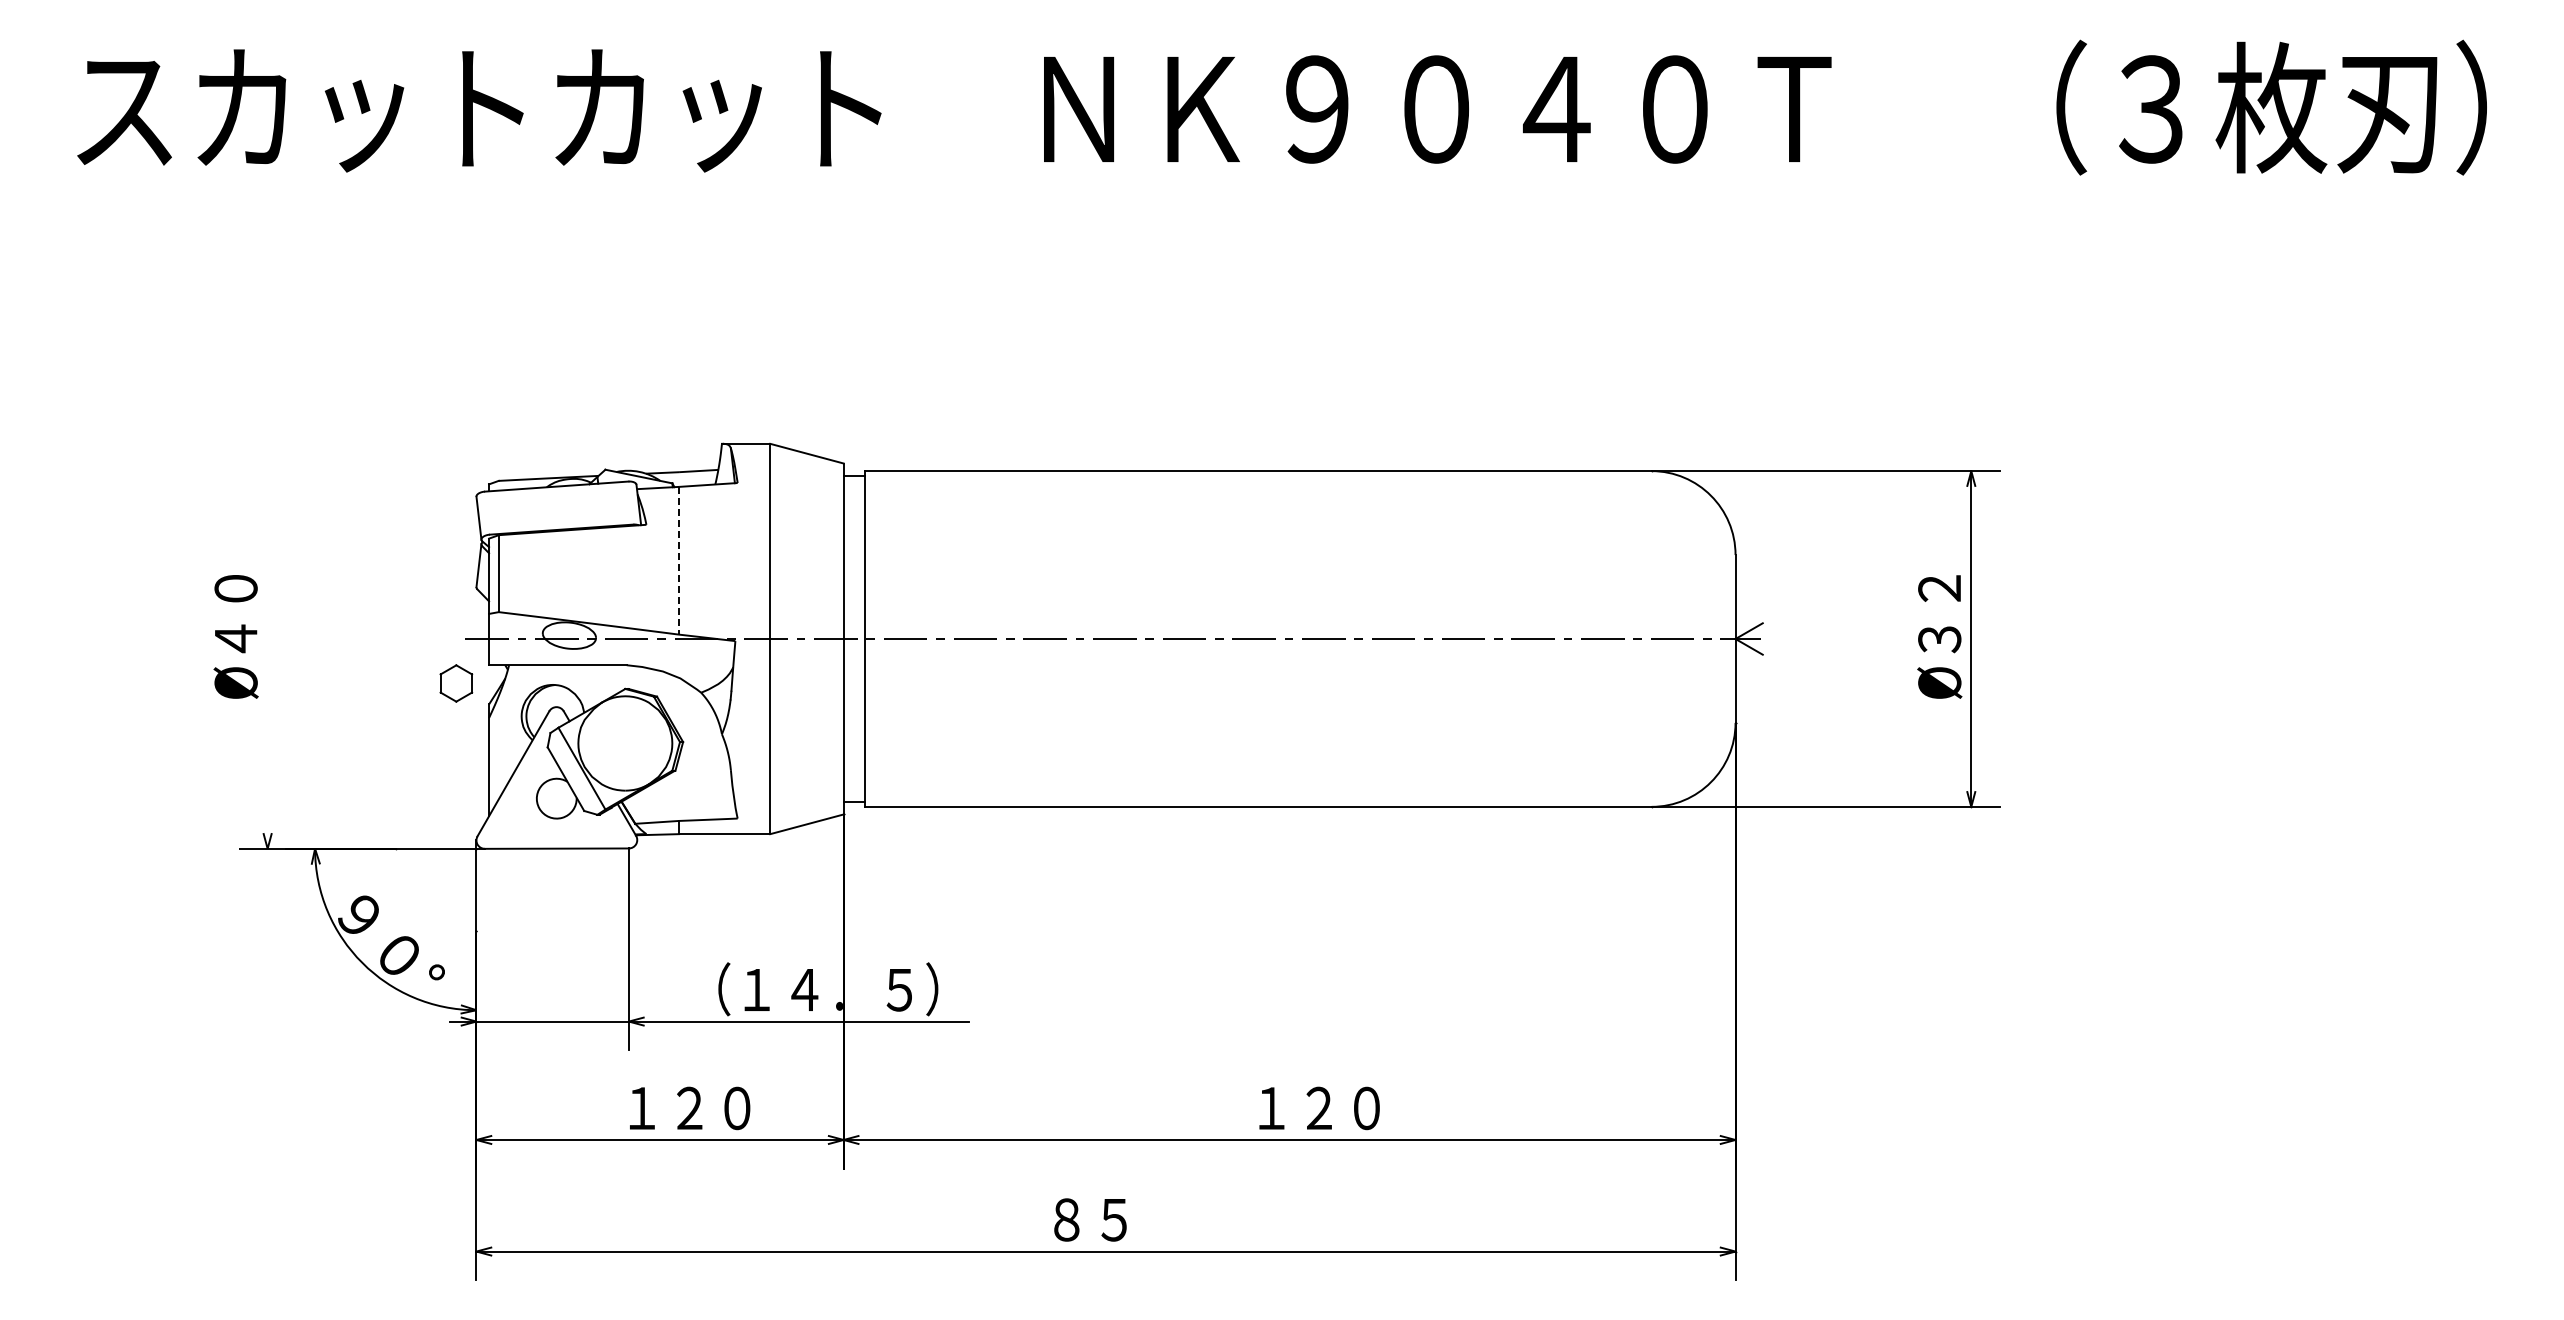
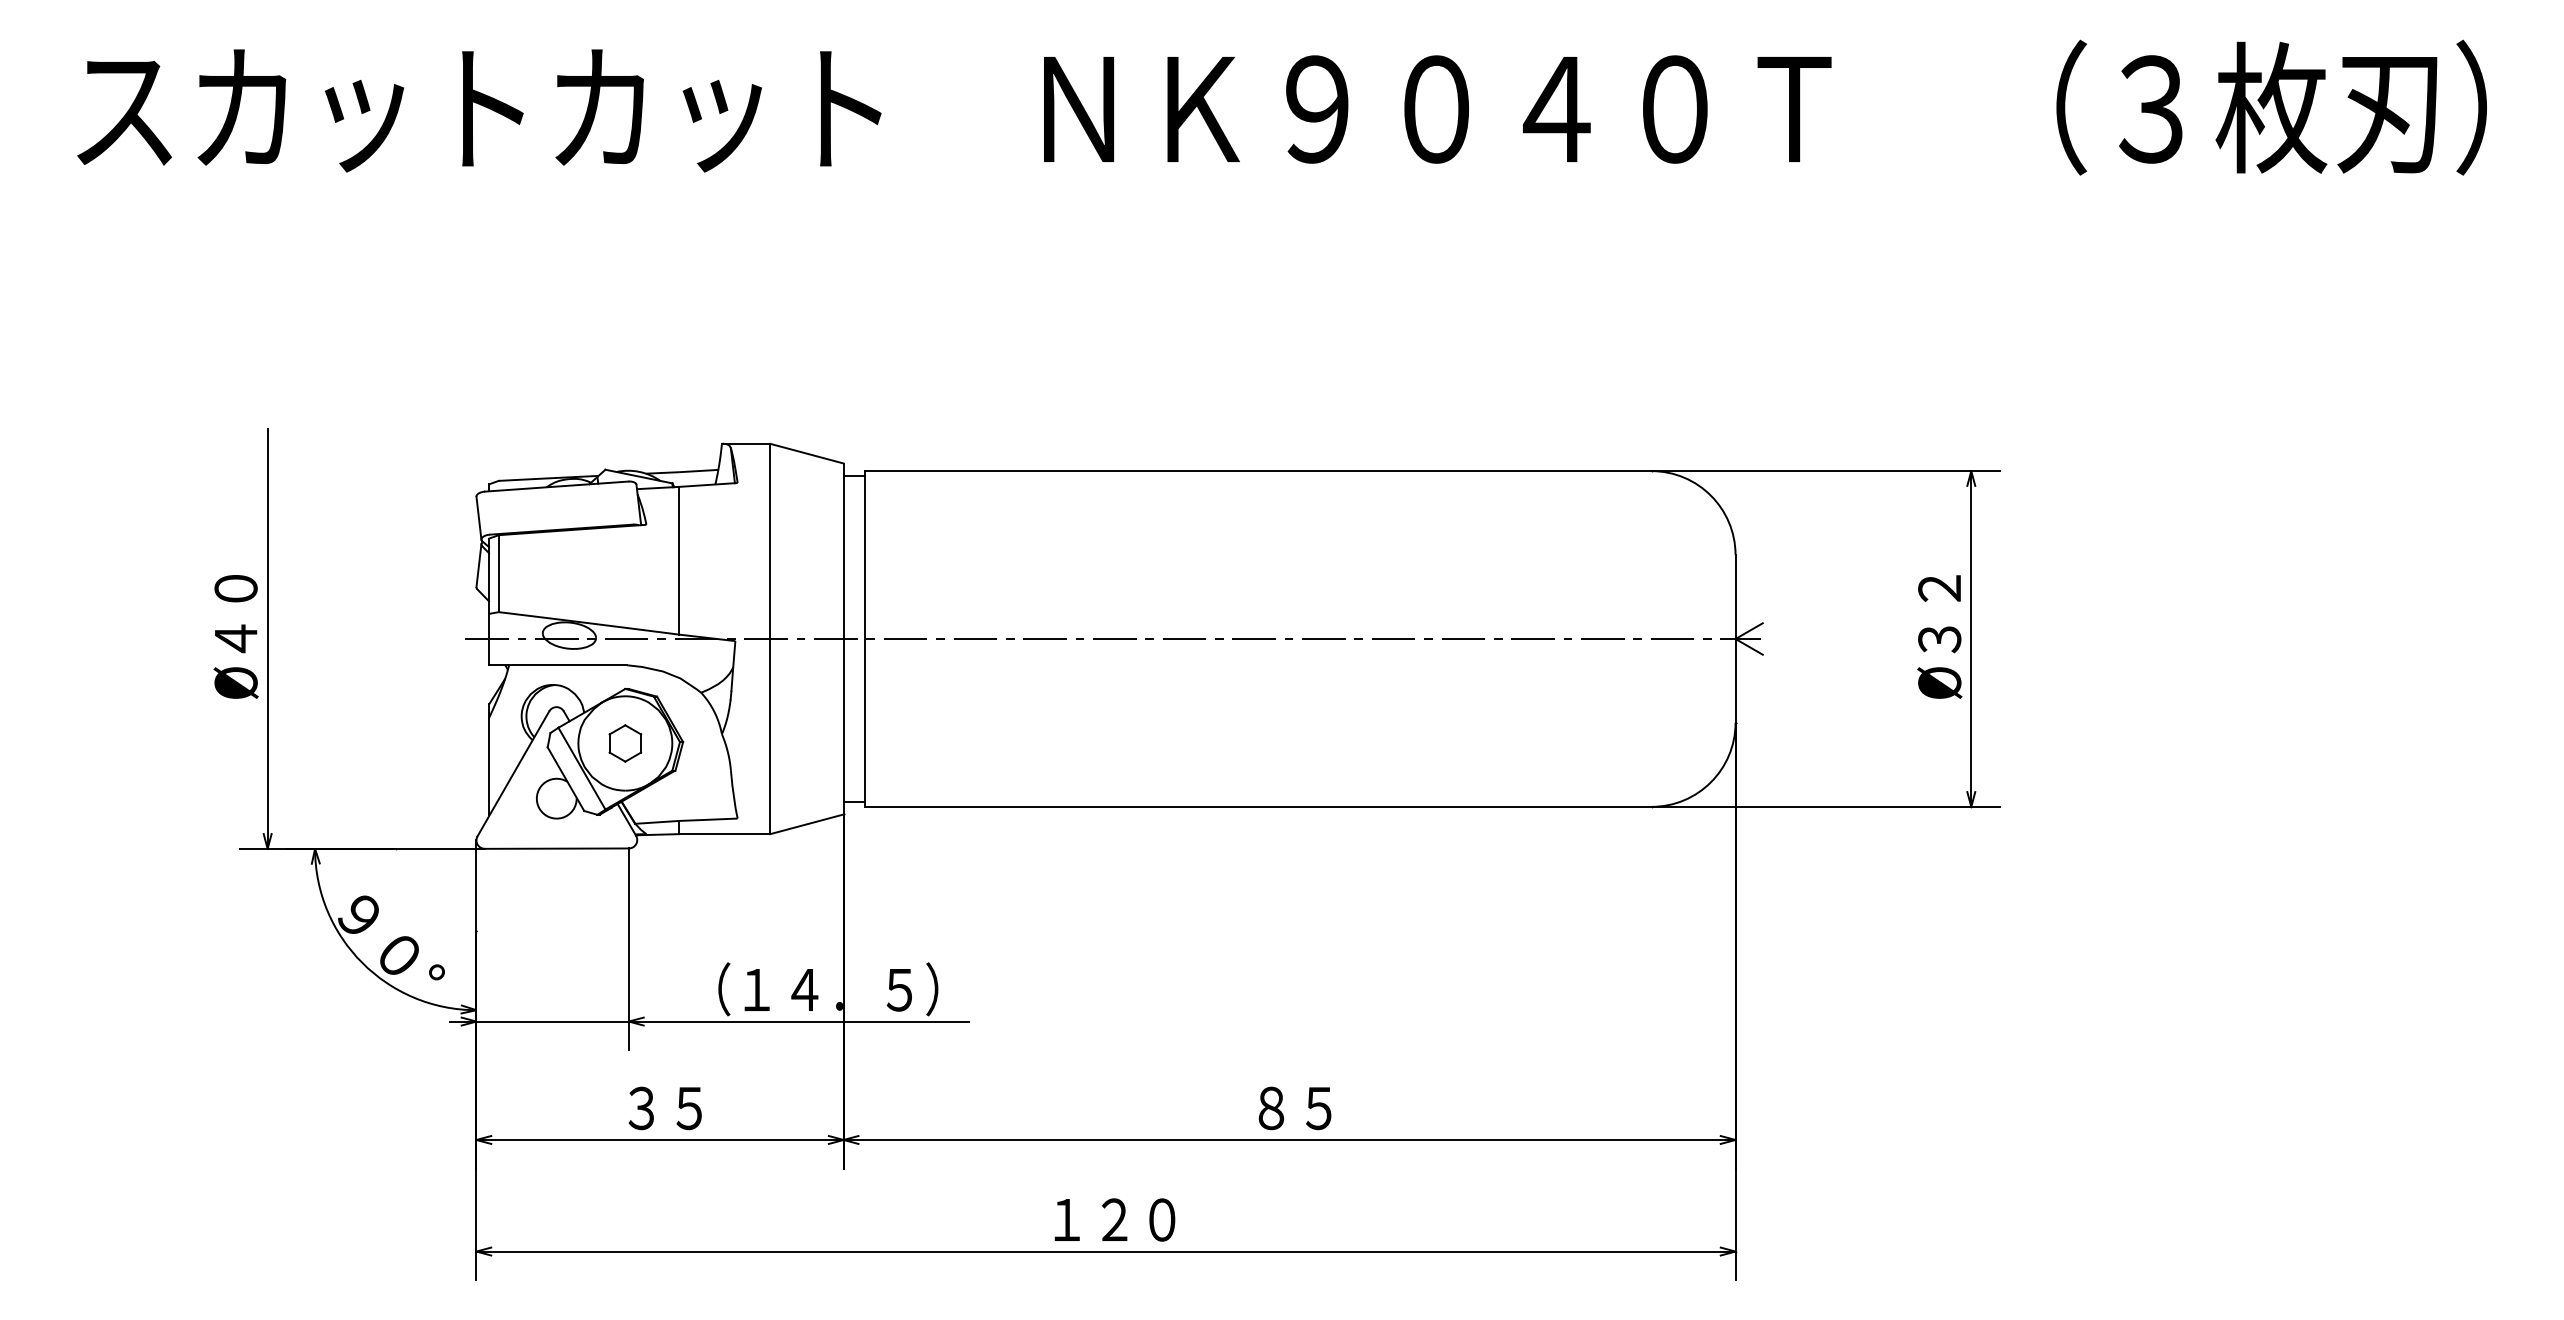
line at (679, 560): dashed -> solid
line at (267, 638): none -> present
part at (456, 683) position: (456, 683) -> (625, 743)
text at (689, 1108): １２０ -> ３５
text at (1318, 1108): １２０ -> ８５
text at (1114, 1219): ８５ -> １２０
